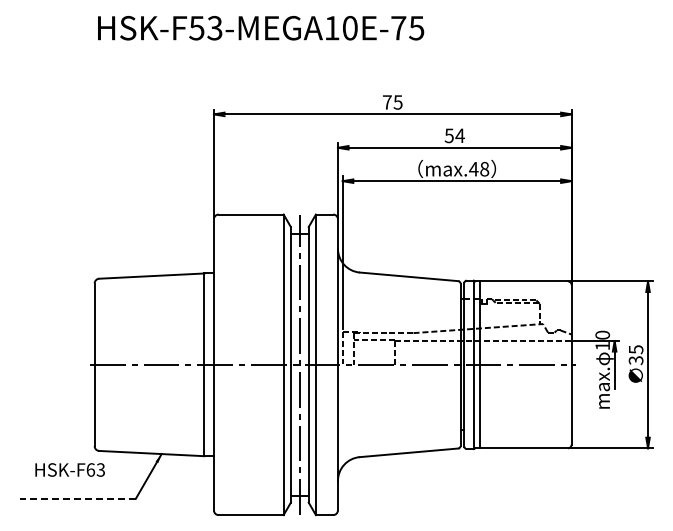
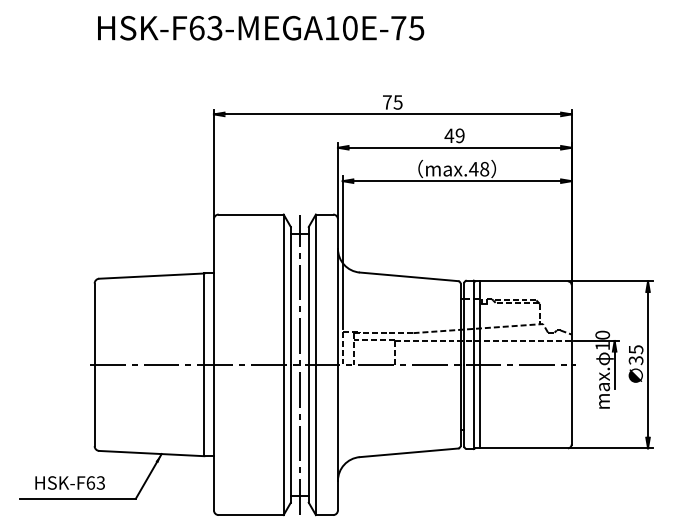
text at (196, 27): HSK-F53-MEGA10E-75 -> HSK-F63-MEGA10E-75
text at (454, 135): 54 -> 49
text at (69, 469) position: (69, 469) -> (69, 482)
line at (78, 498): dashed -> solid
